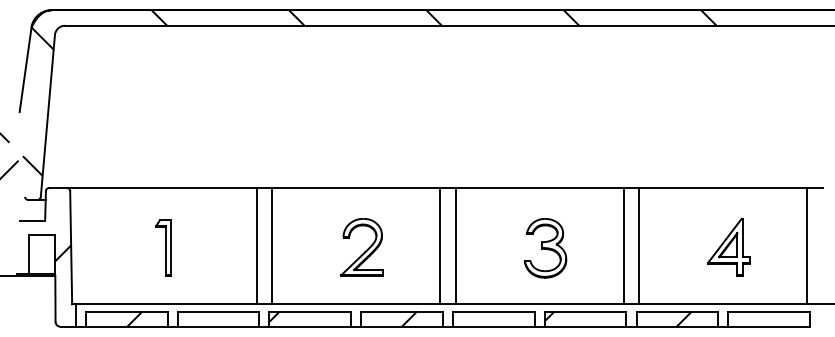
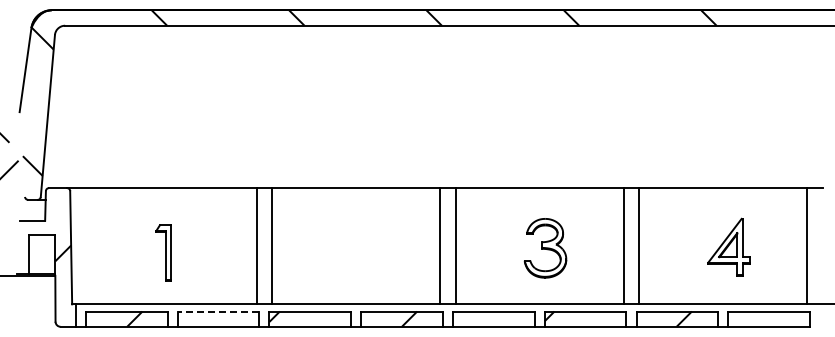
part at (163, 247) position: (163, 247) -> (163, 252)
part at (361, 247): present -> none
line at (218, 311): solid -> dashed
